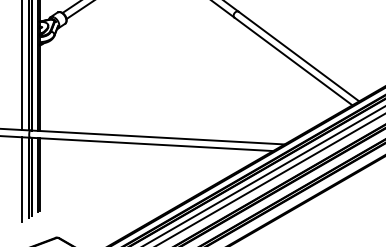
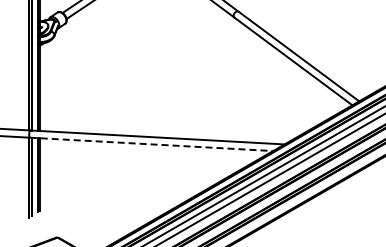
line at (22, 66): present -> none
line at (151, 144): solid -> dashed
line at (22, 179): present -> none
